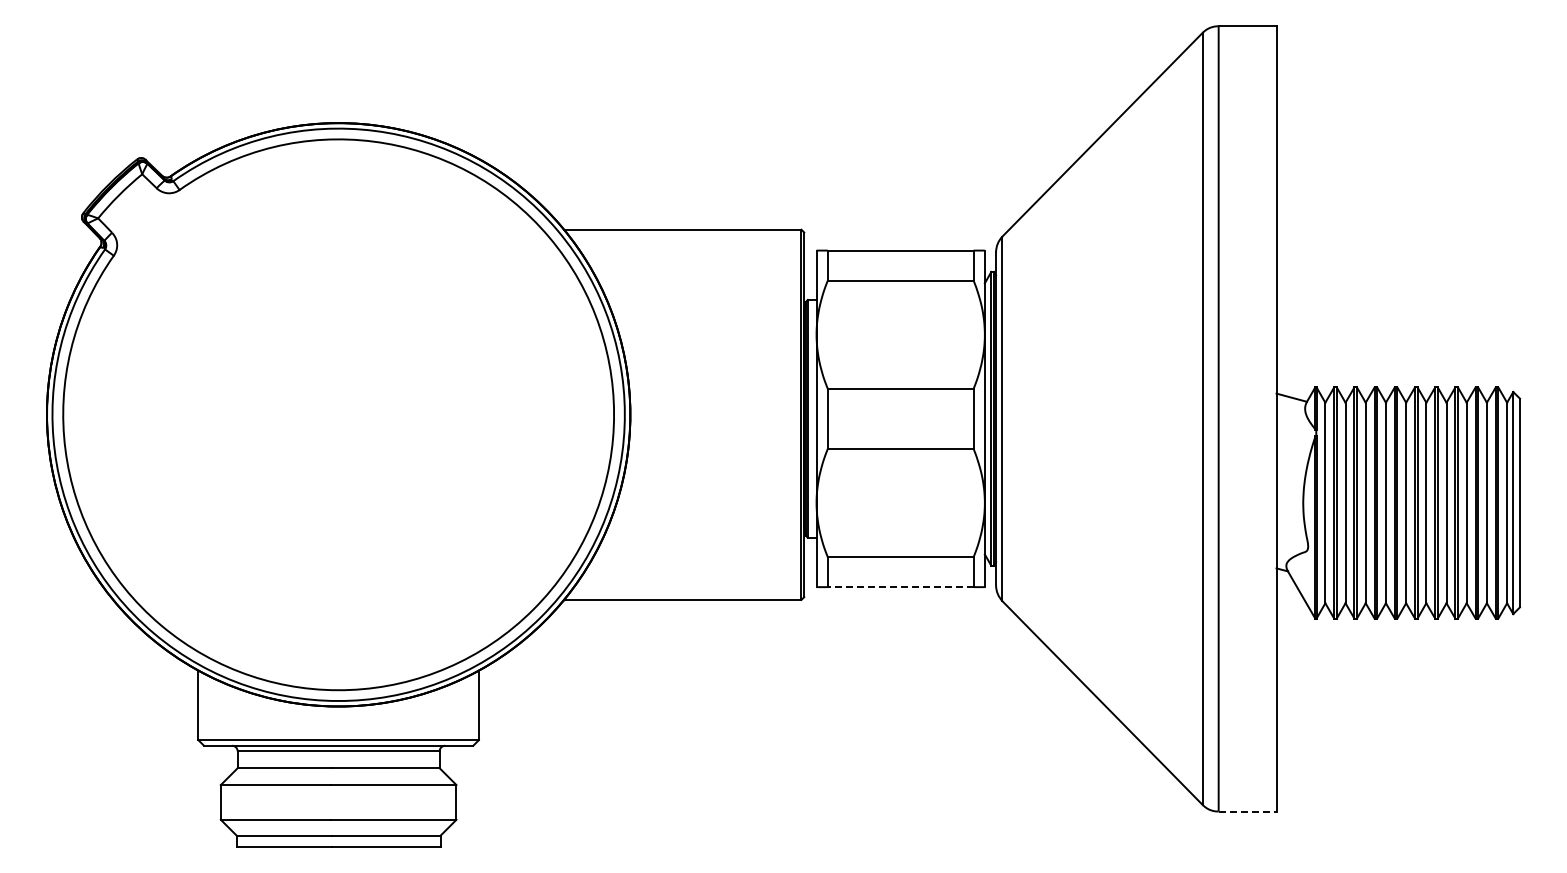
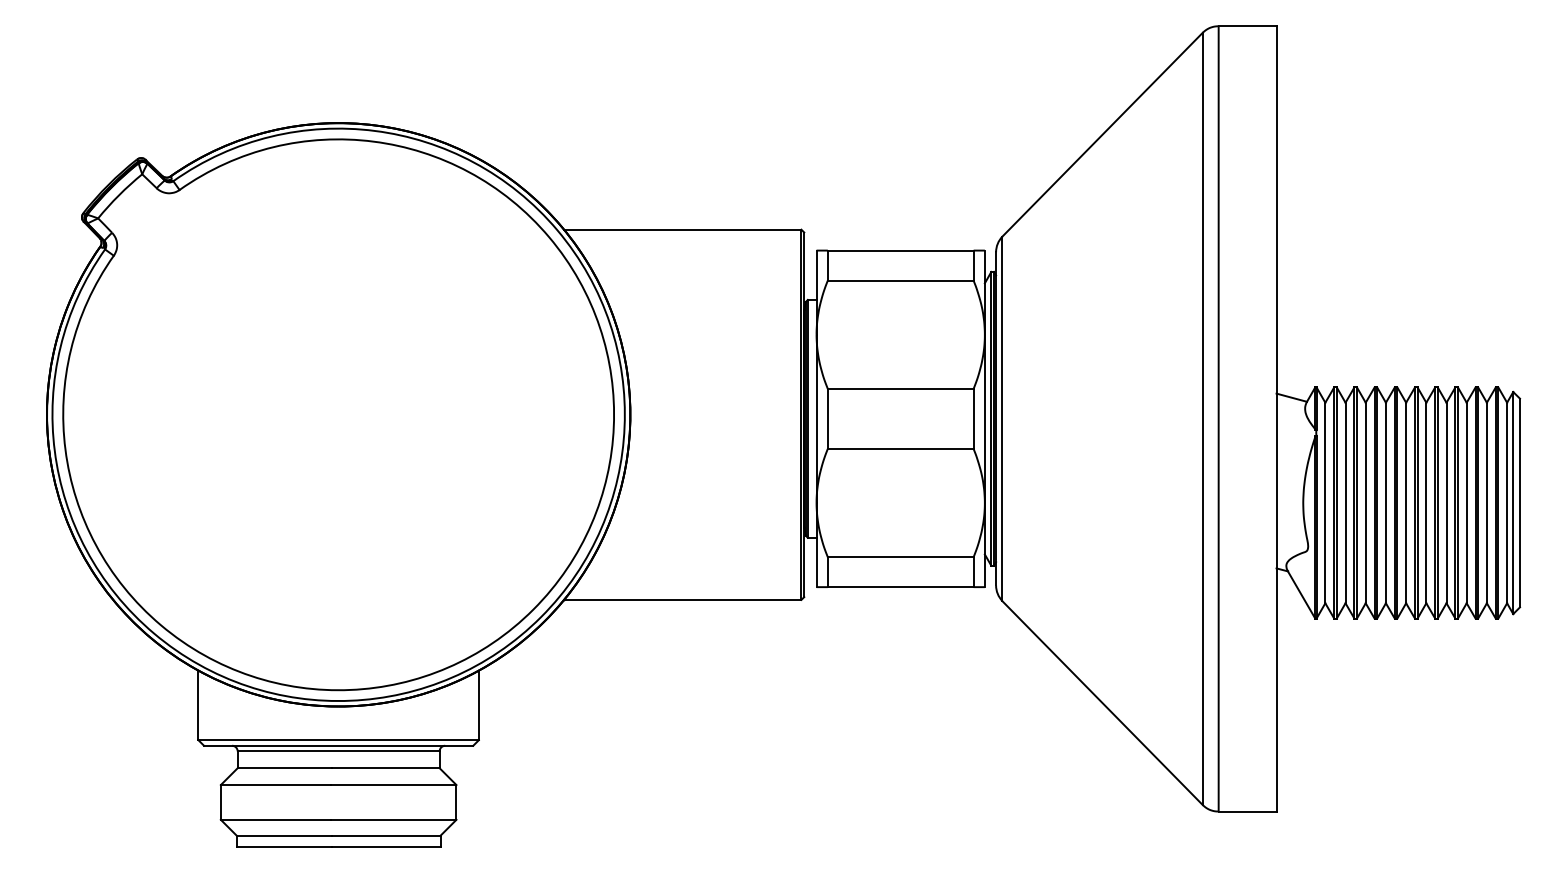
line at (900, 587): dashed -> solid
line at (1247, 811): dashed -> solid
